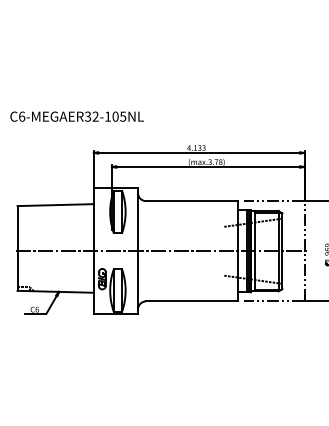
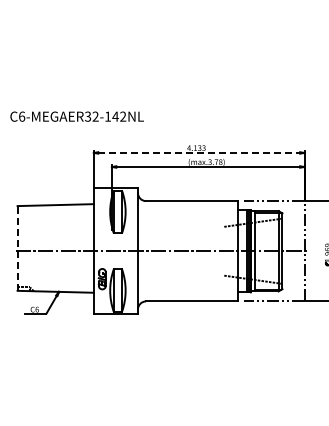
text at (119, 116): C6-MEGAER32-105NL -> C6-MEGAER32-142NL
line at (199, 152): solid -> dashed
line at (17, 247): solid -> dashed
